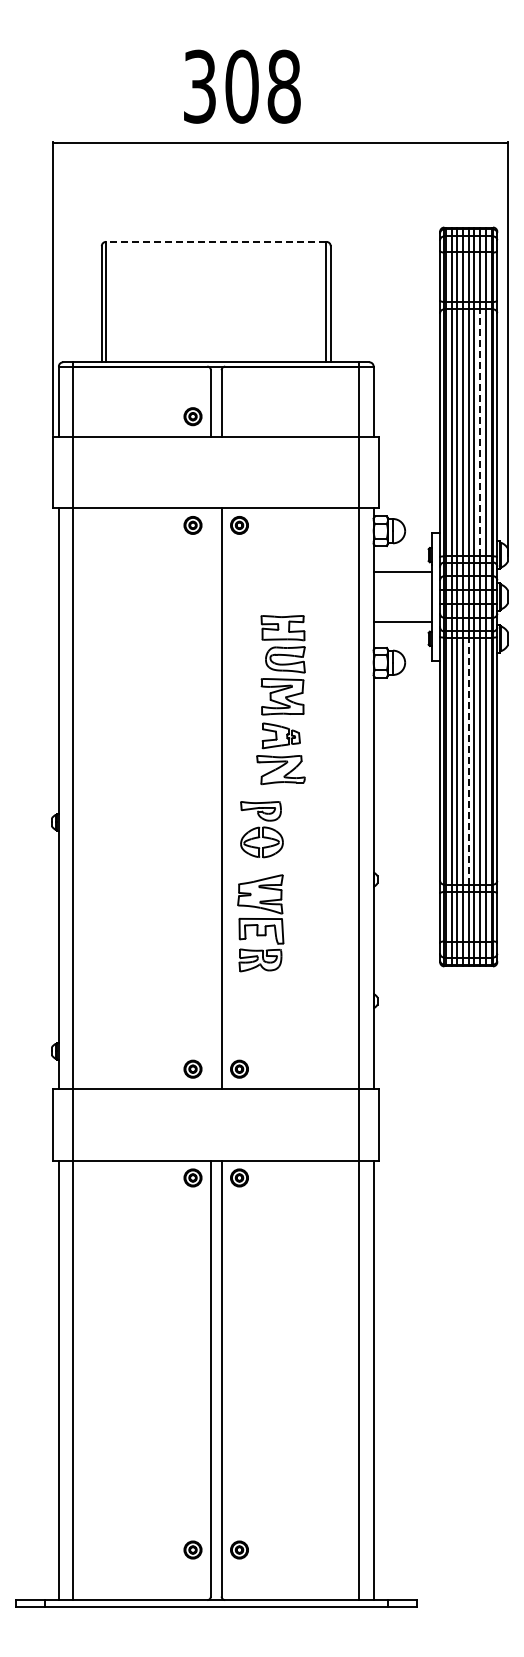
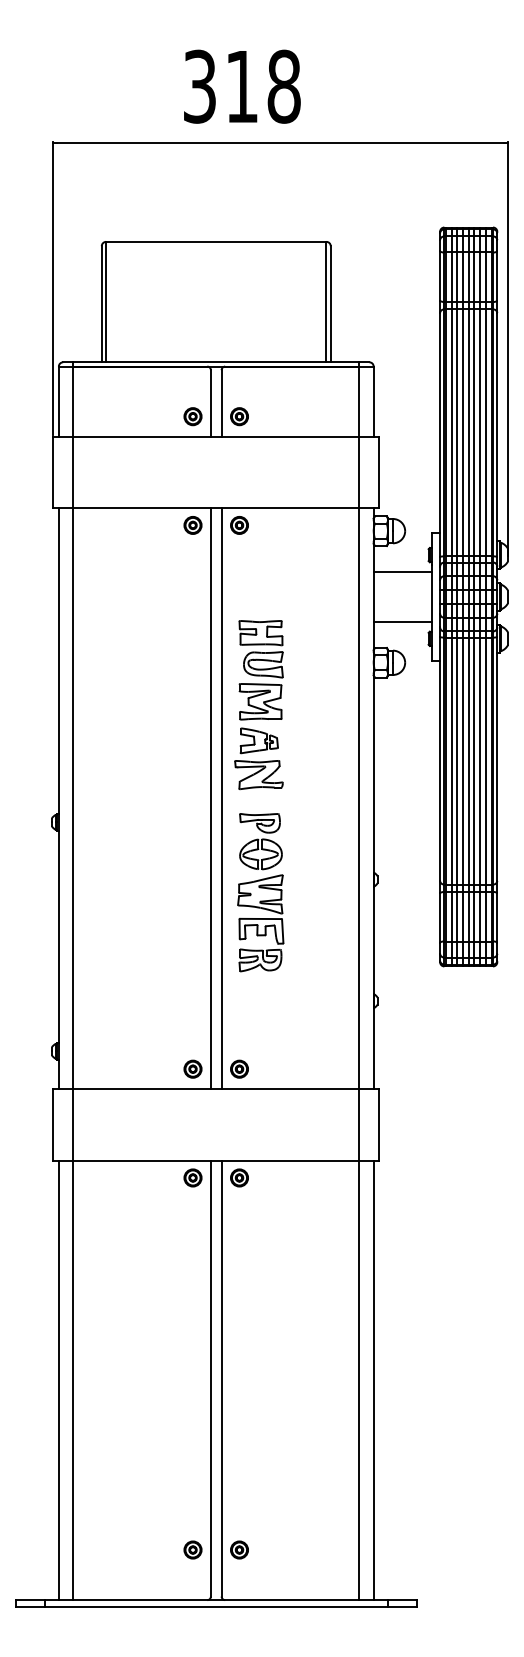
text at (241, 86): 308 -> 318
line at (215, 241): dashed -> solid
part at (239, 416): none -> present
line at (480, 432): dashed -> solid
part at (280, 700) position: (280, 700) -> (258, 705)
line at (468, 760): dashed -> solid
line at (210, 798): none -> present
part at (261, 829) position: (261, 829) -> (260, 841)
